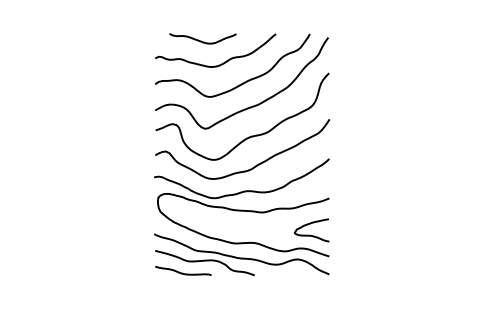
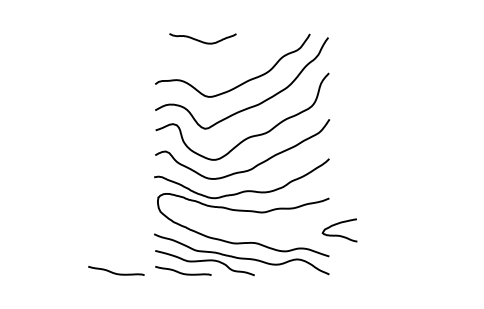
curve at (224, 61): present -> none
curve at (310, 234) position: (310, 234) -> (338, 234)
curve at (115, 272): none -> present
